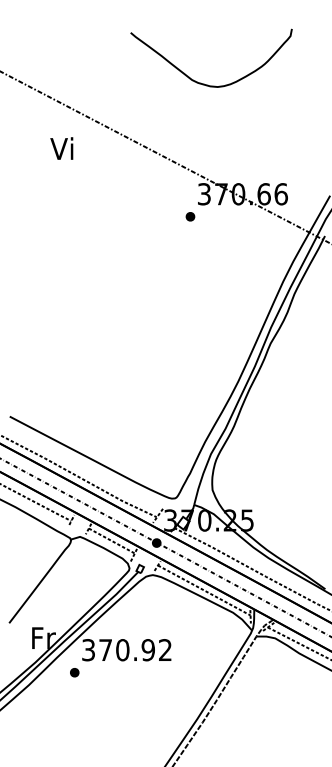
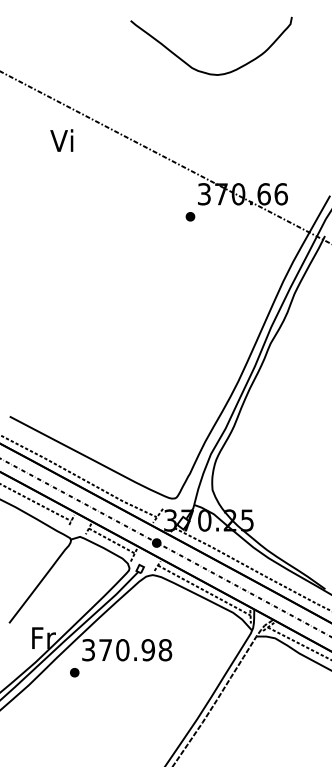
curve at (204, 83) position: (204, 83) -> (204, 71)
text at (61, 148) position: (61, 148) -> (61, 140)
text at (165, 650): 370.92 -> 370.98
